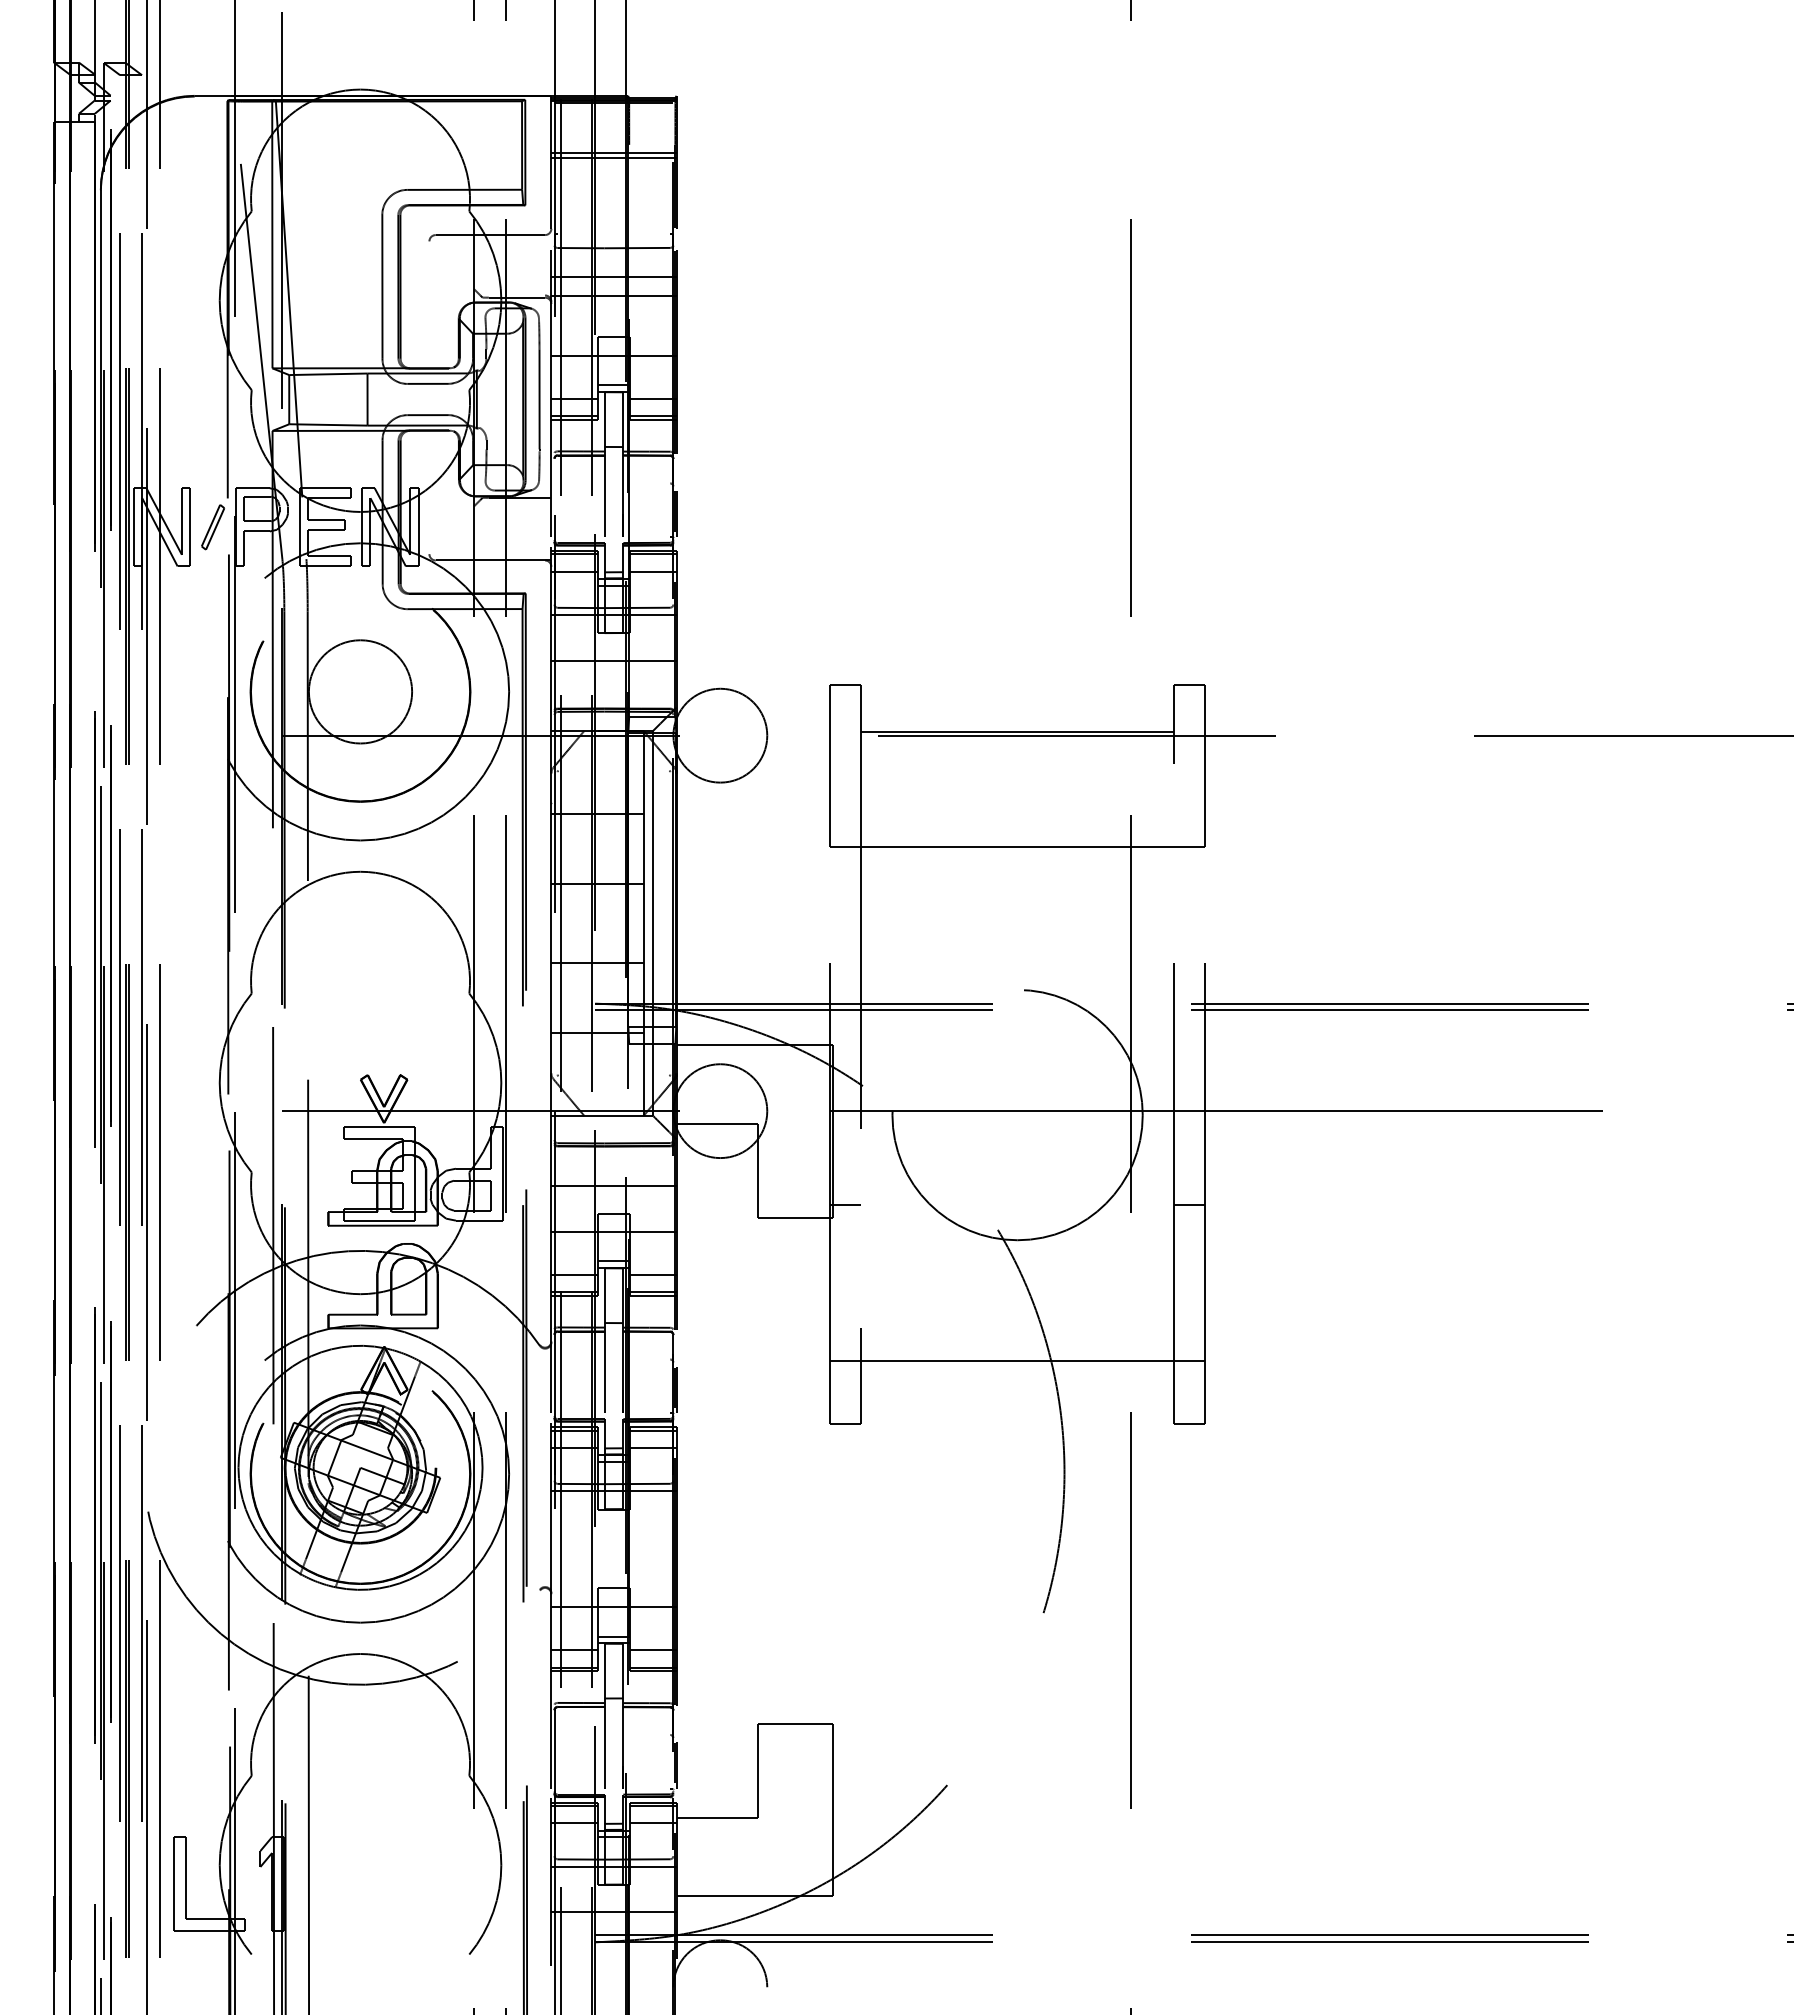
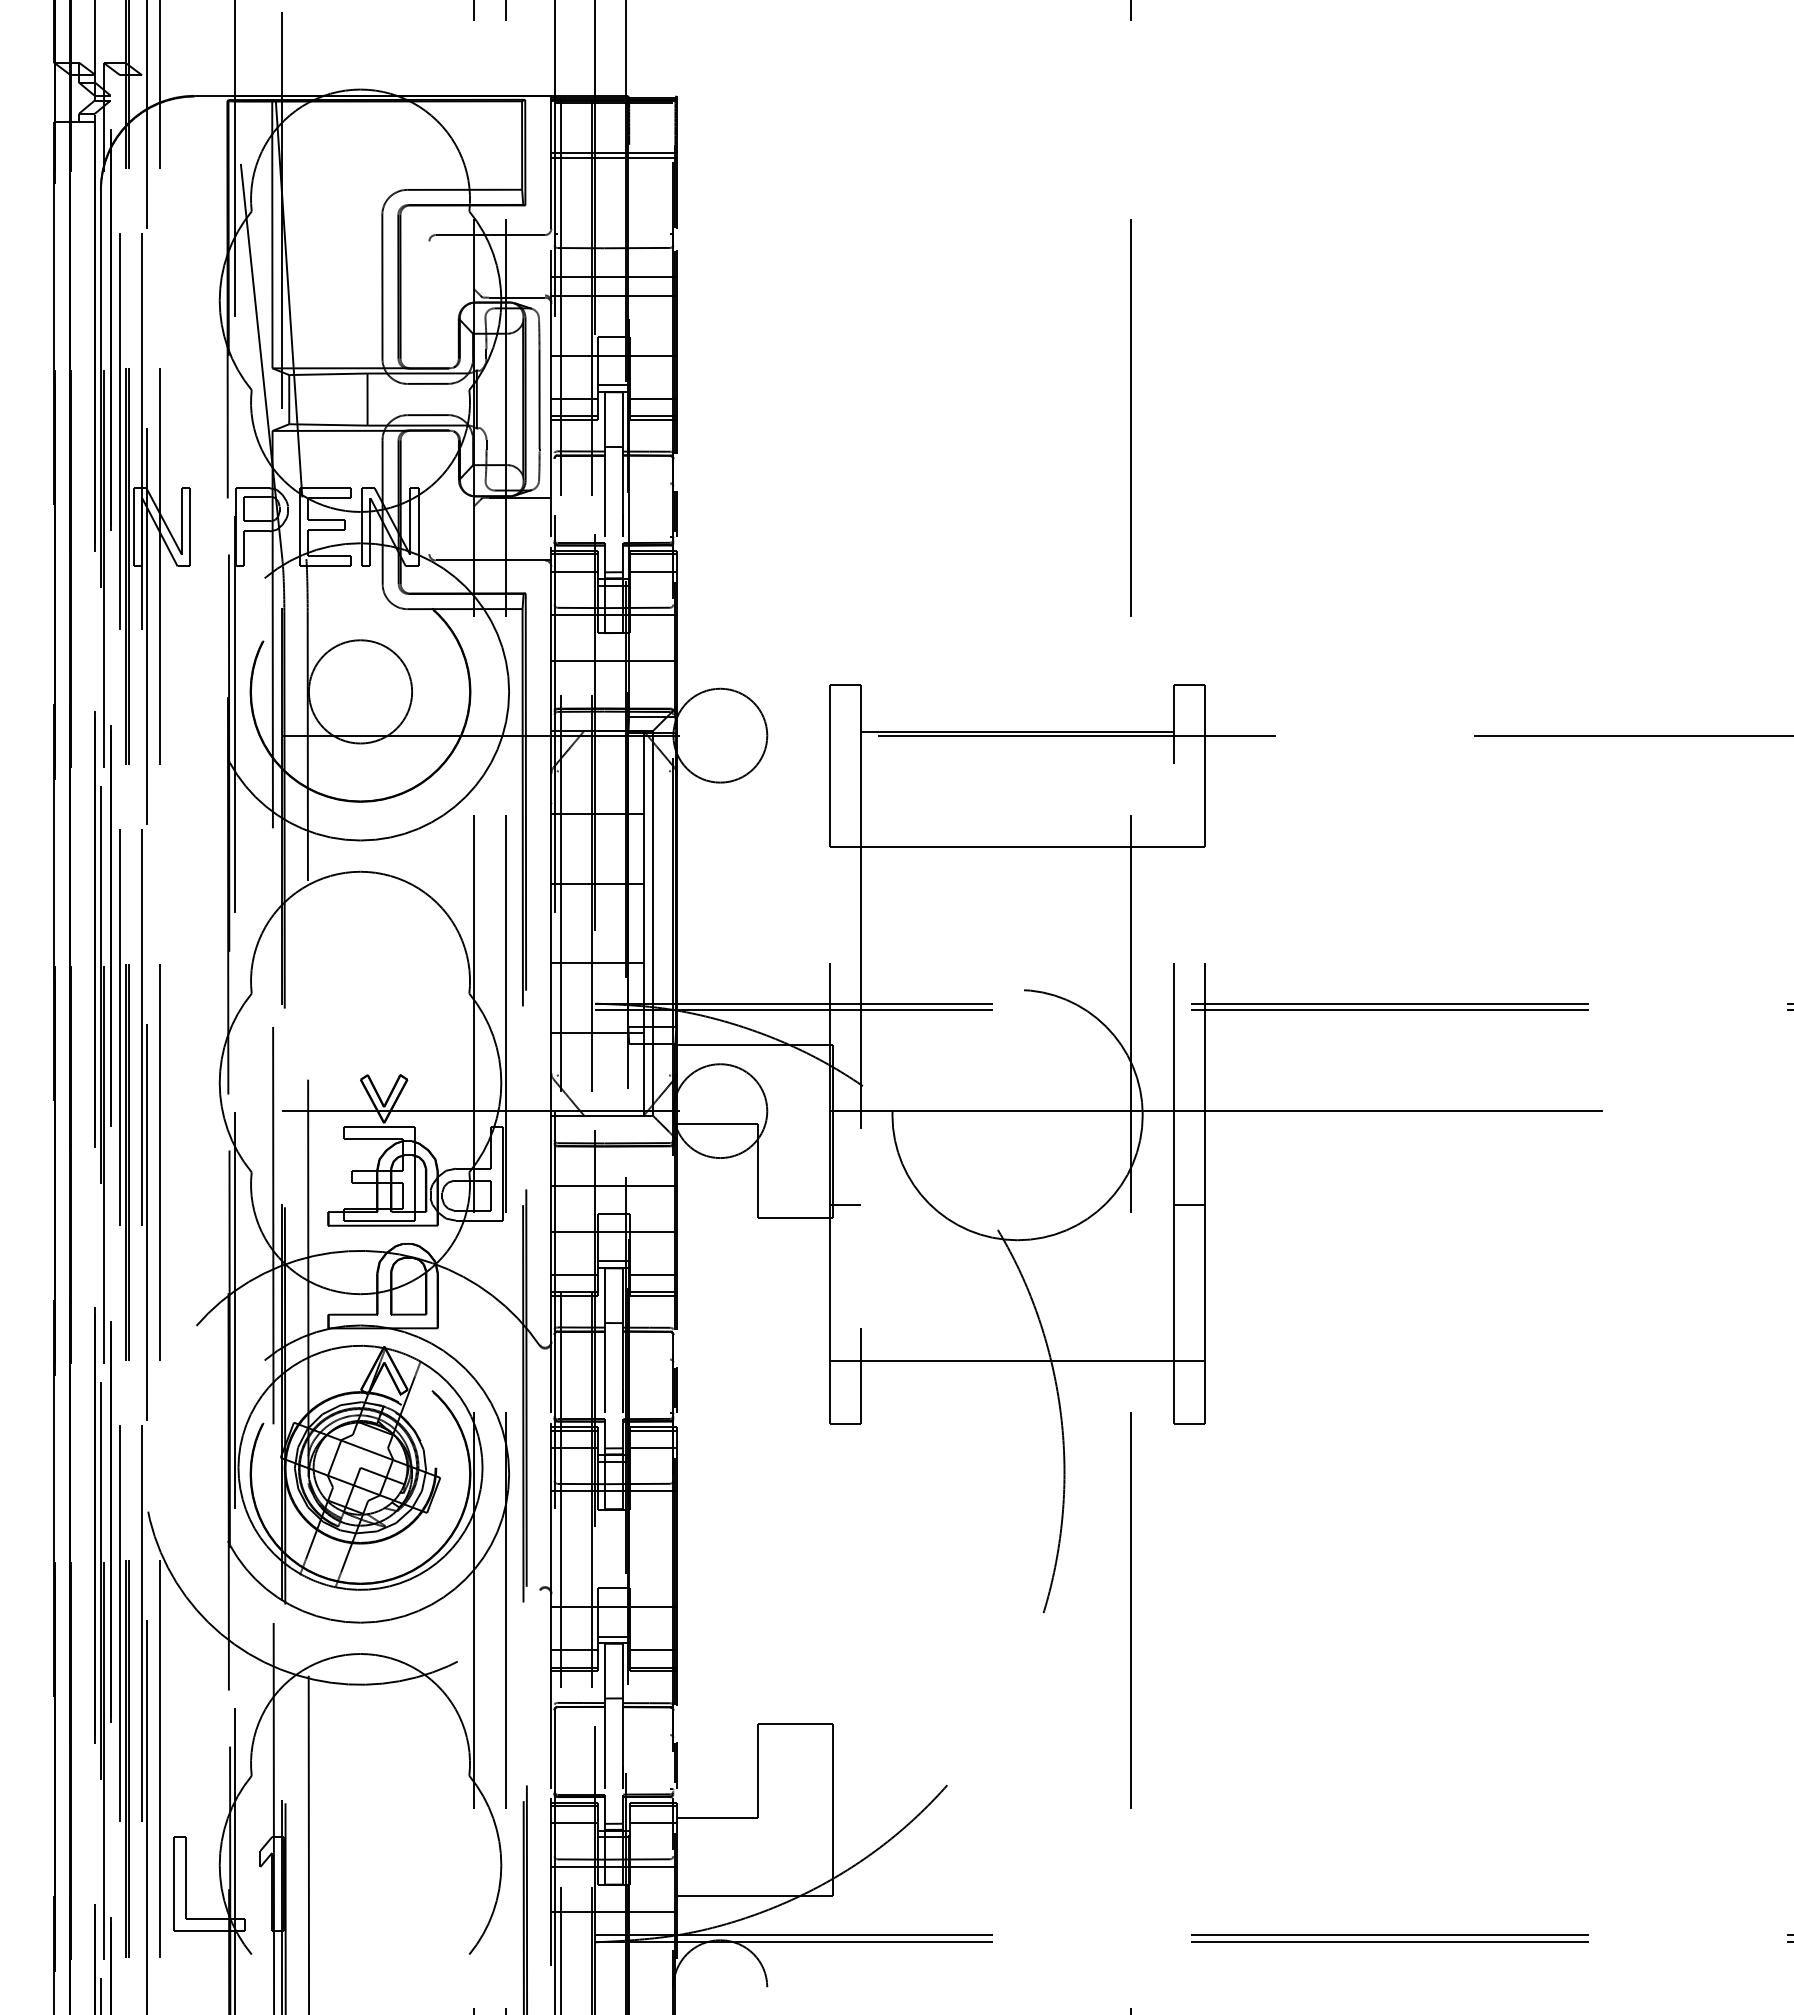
part at (212, 527): present -> none
